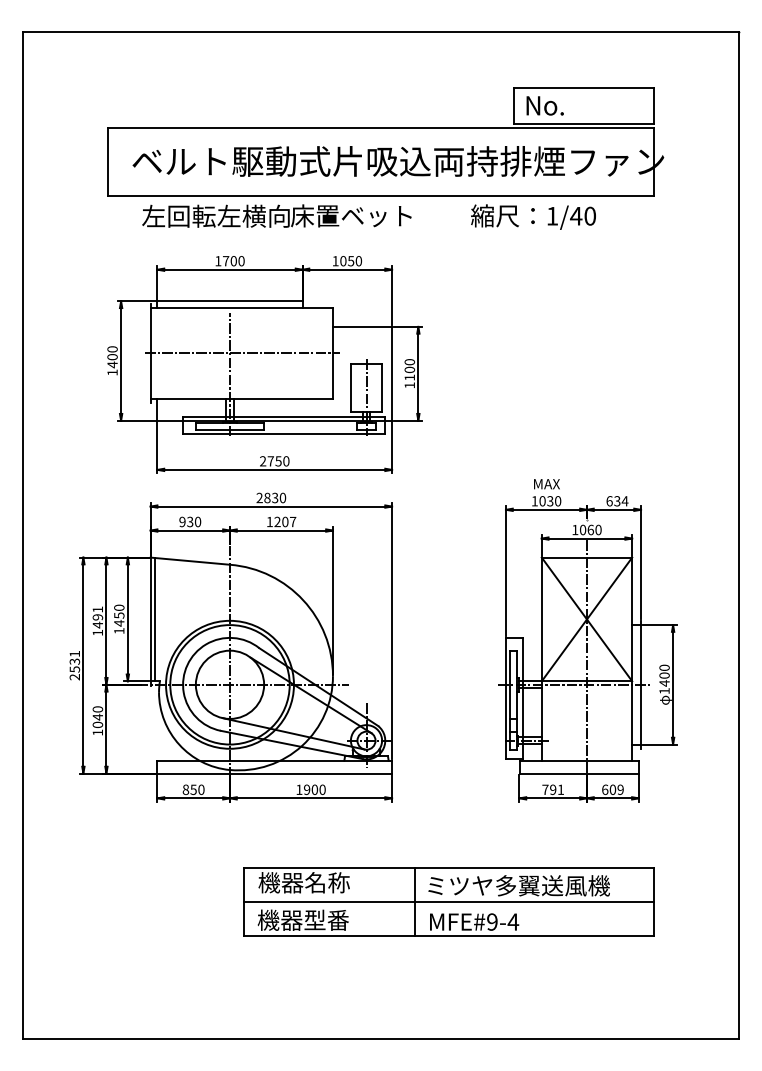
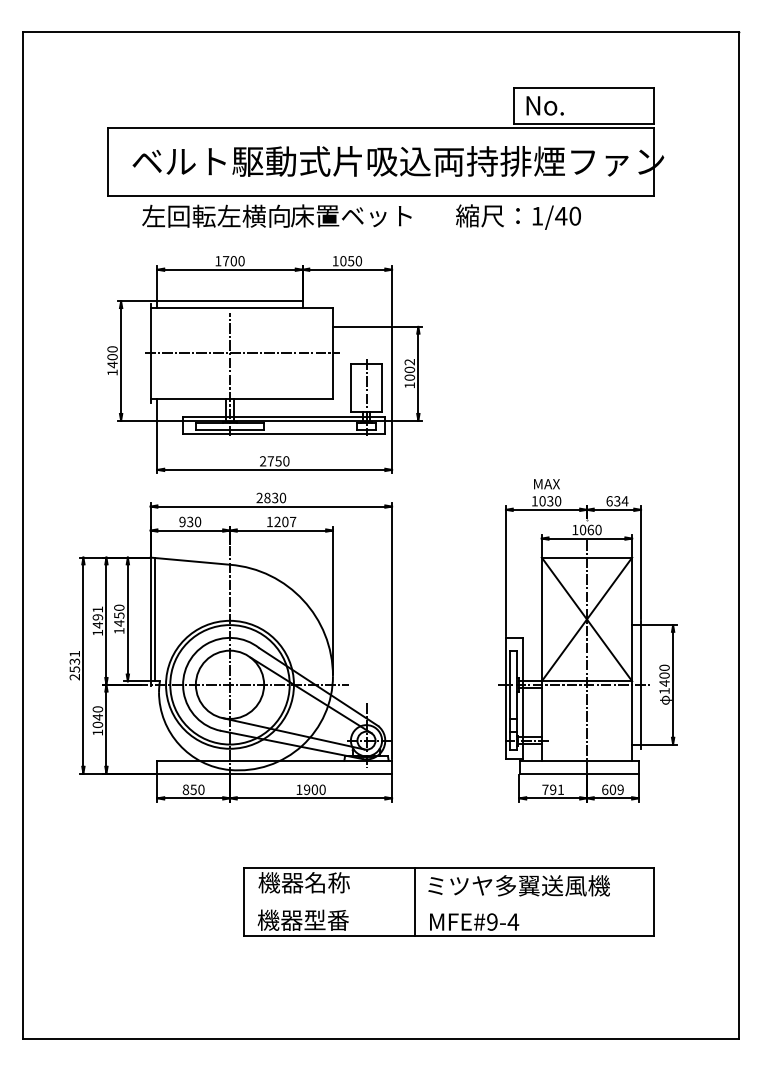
text at (533, 216) position: (533, 216) -> (518, 216)
text at (409, 369): 1100 -> 1002
line at (449, 902): present -> none
